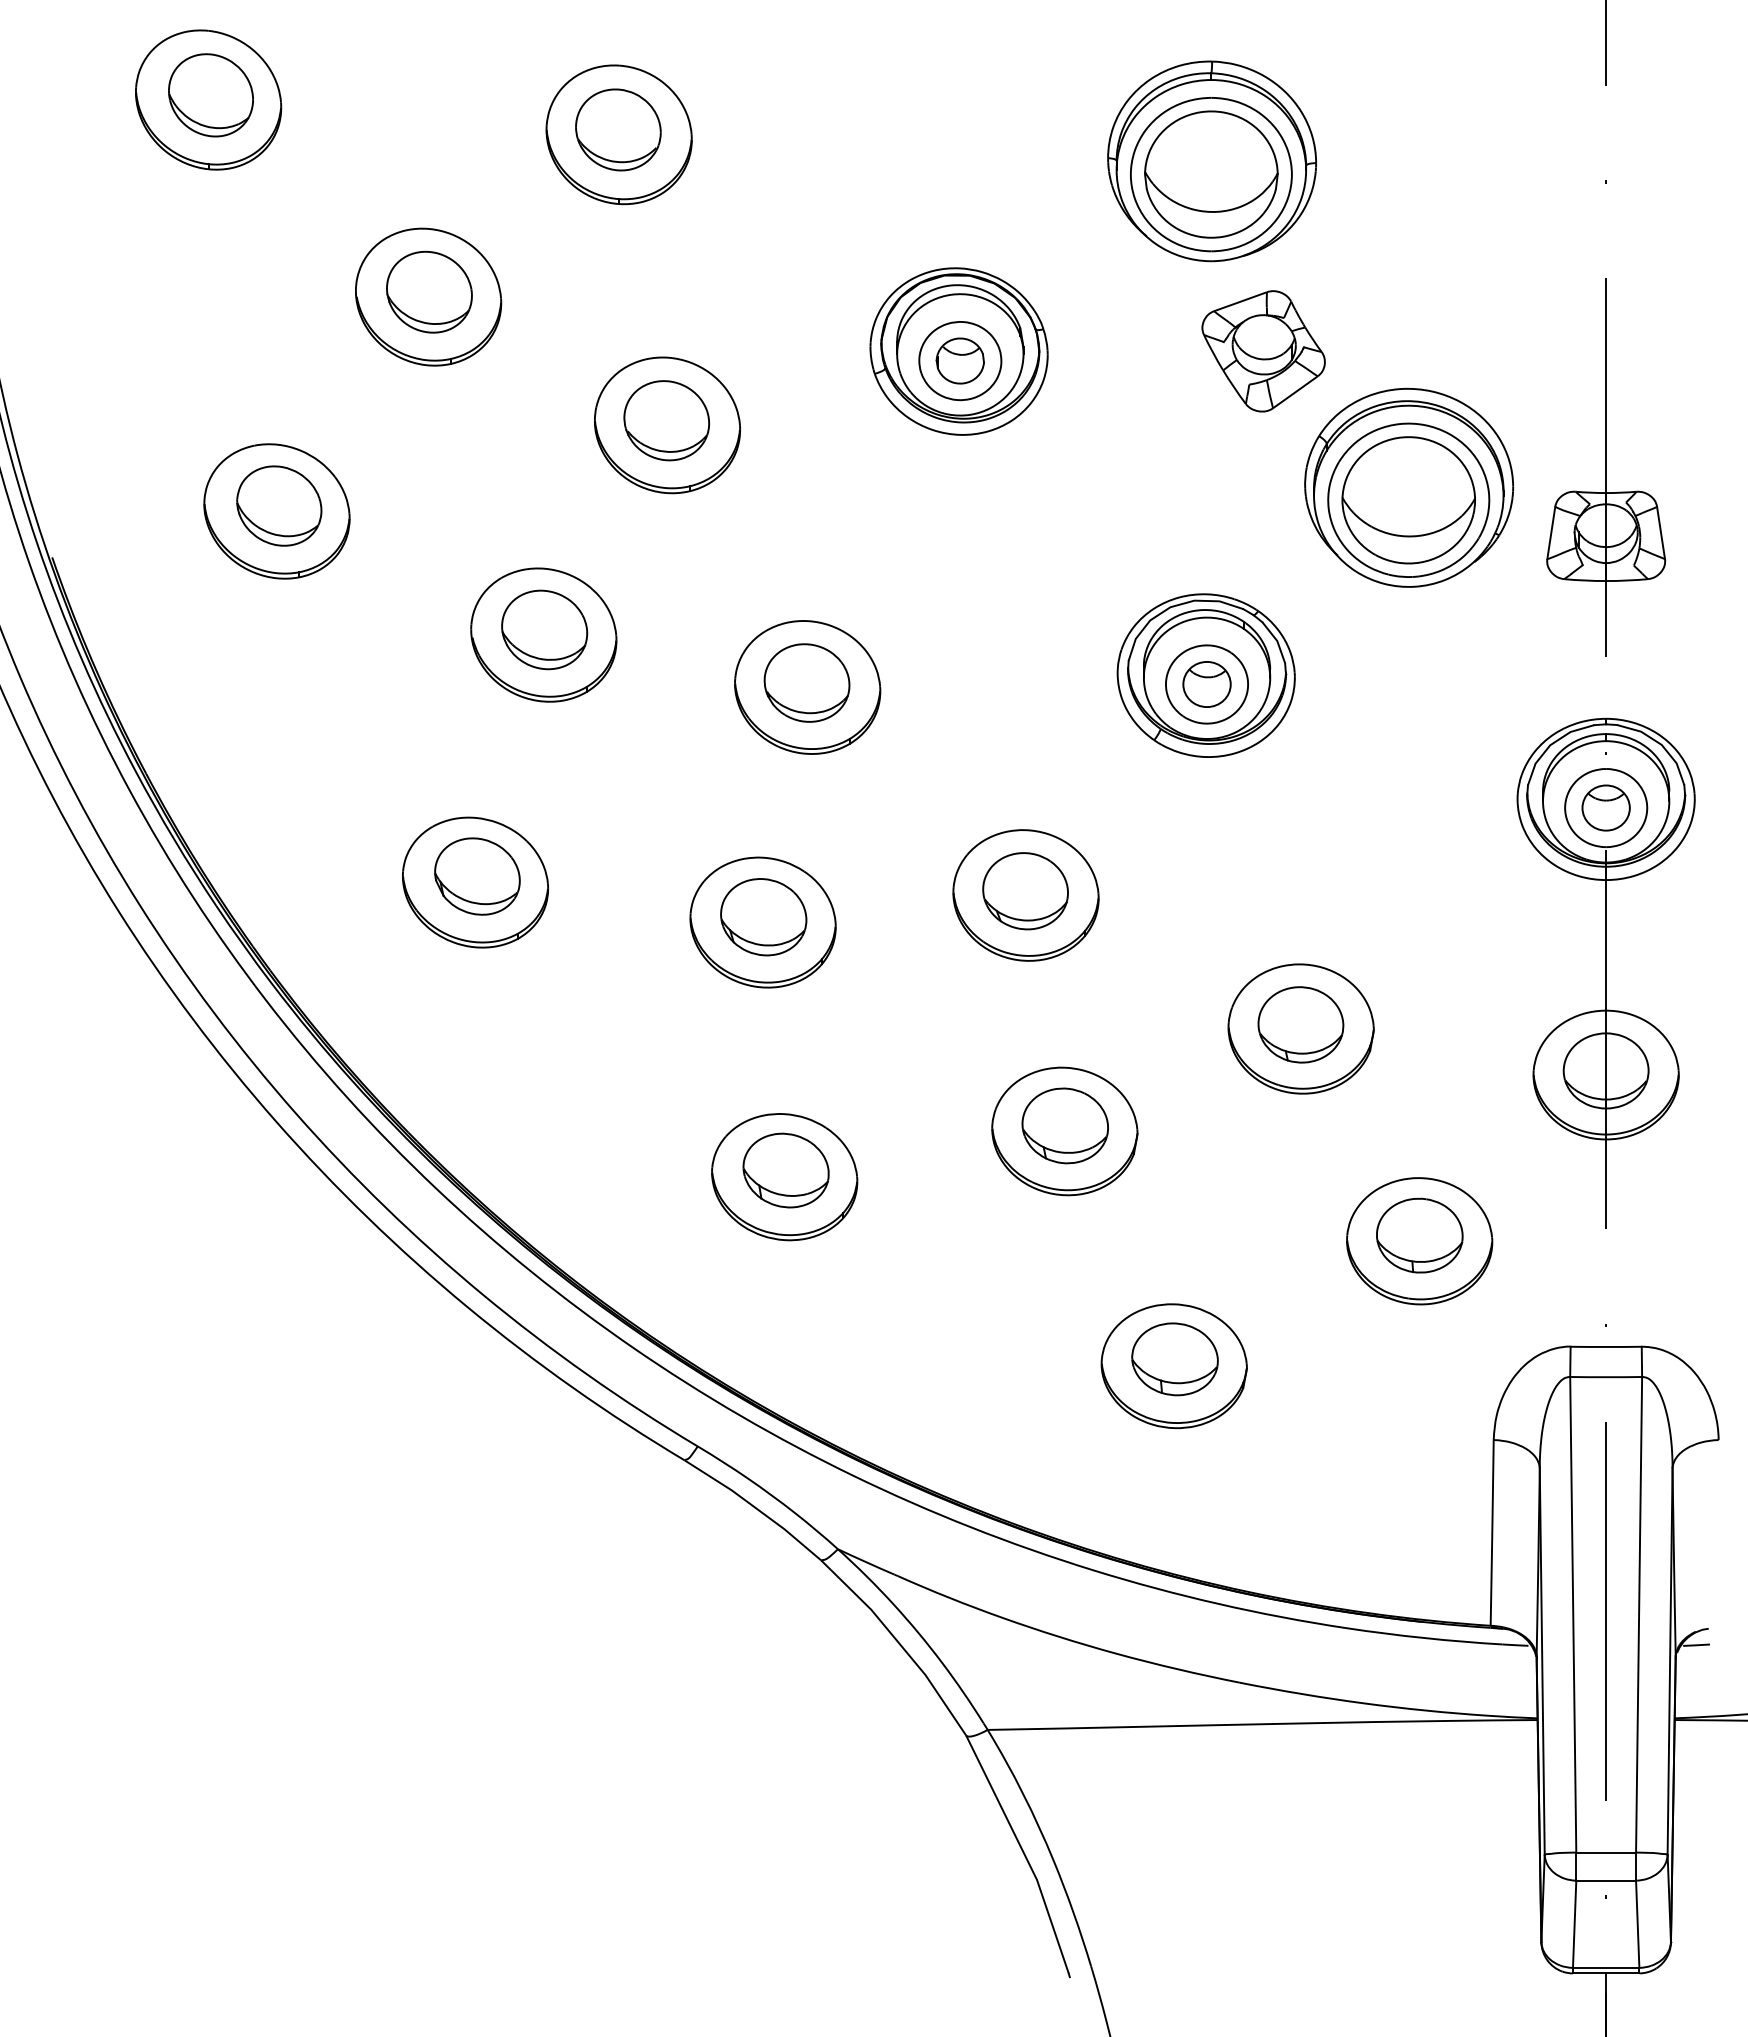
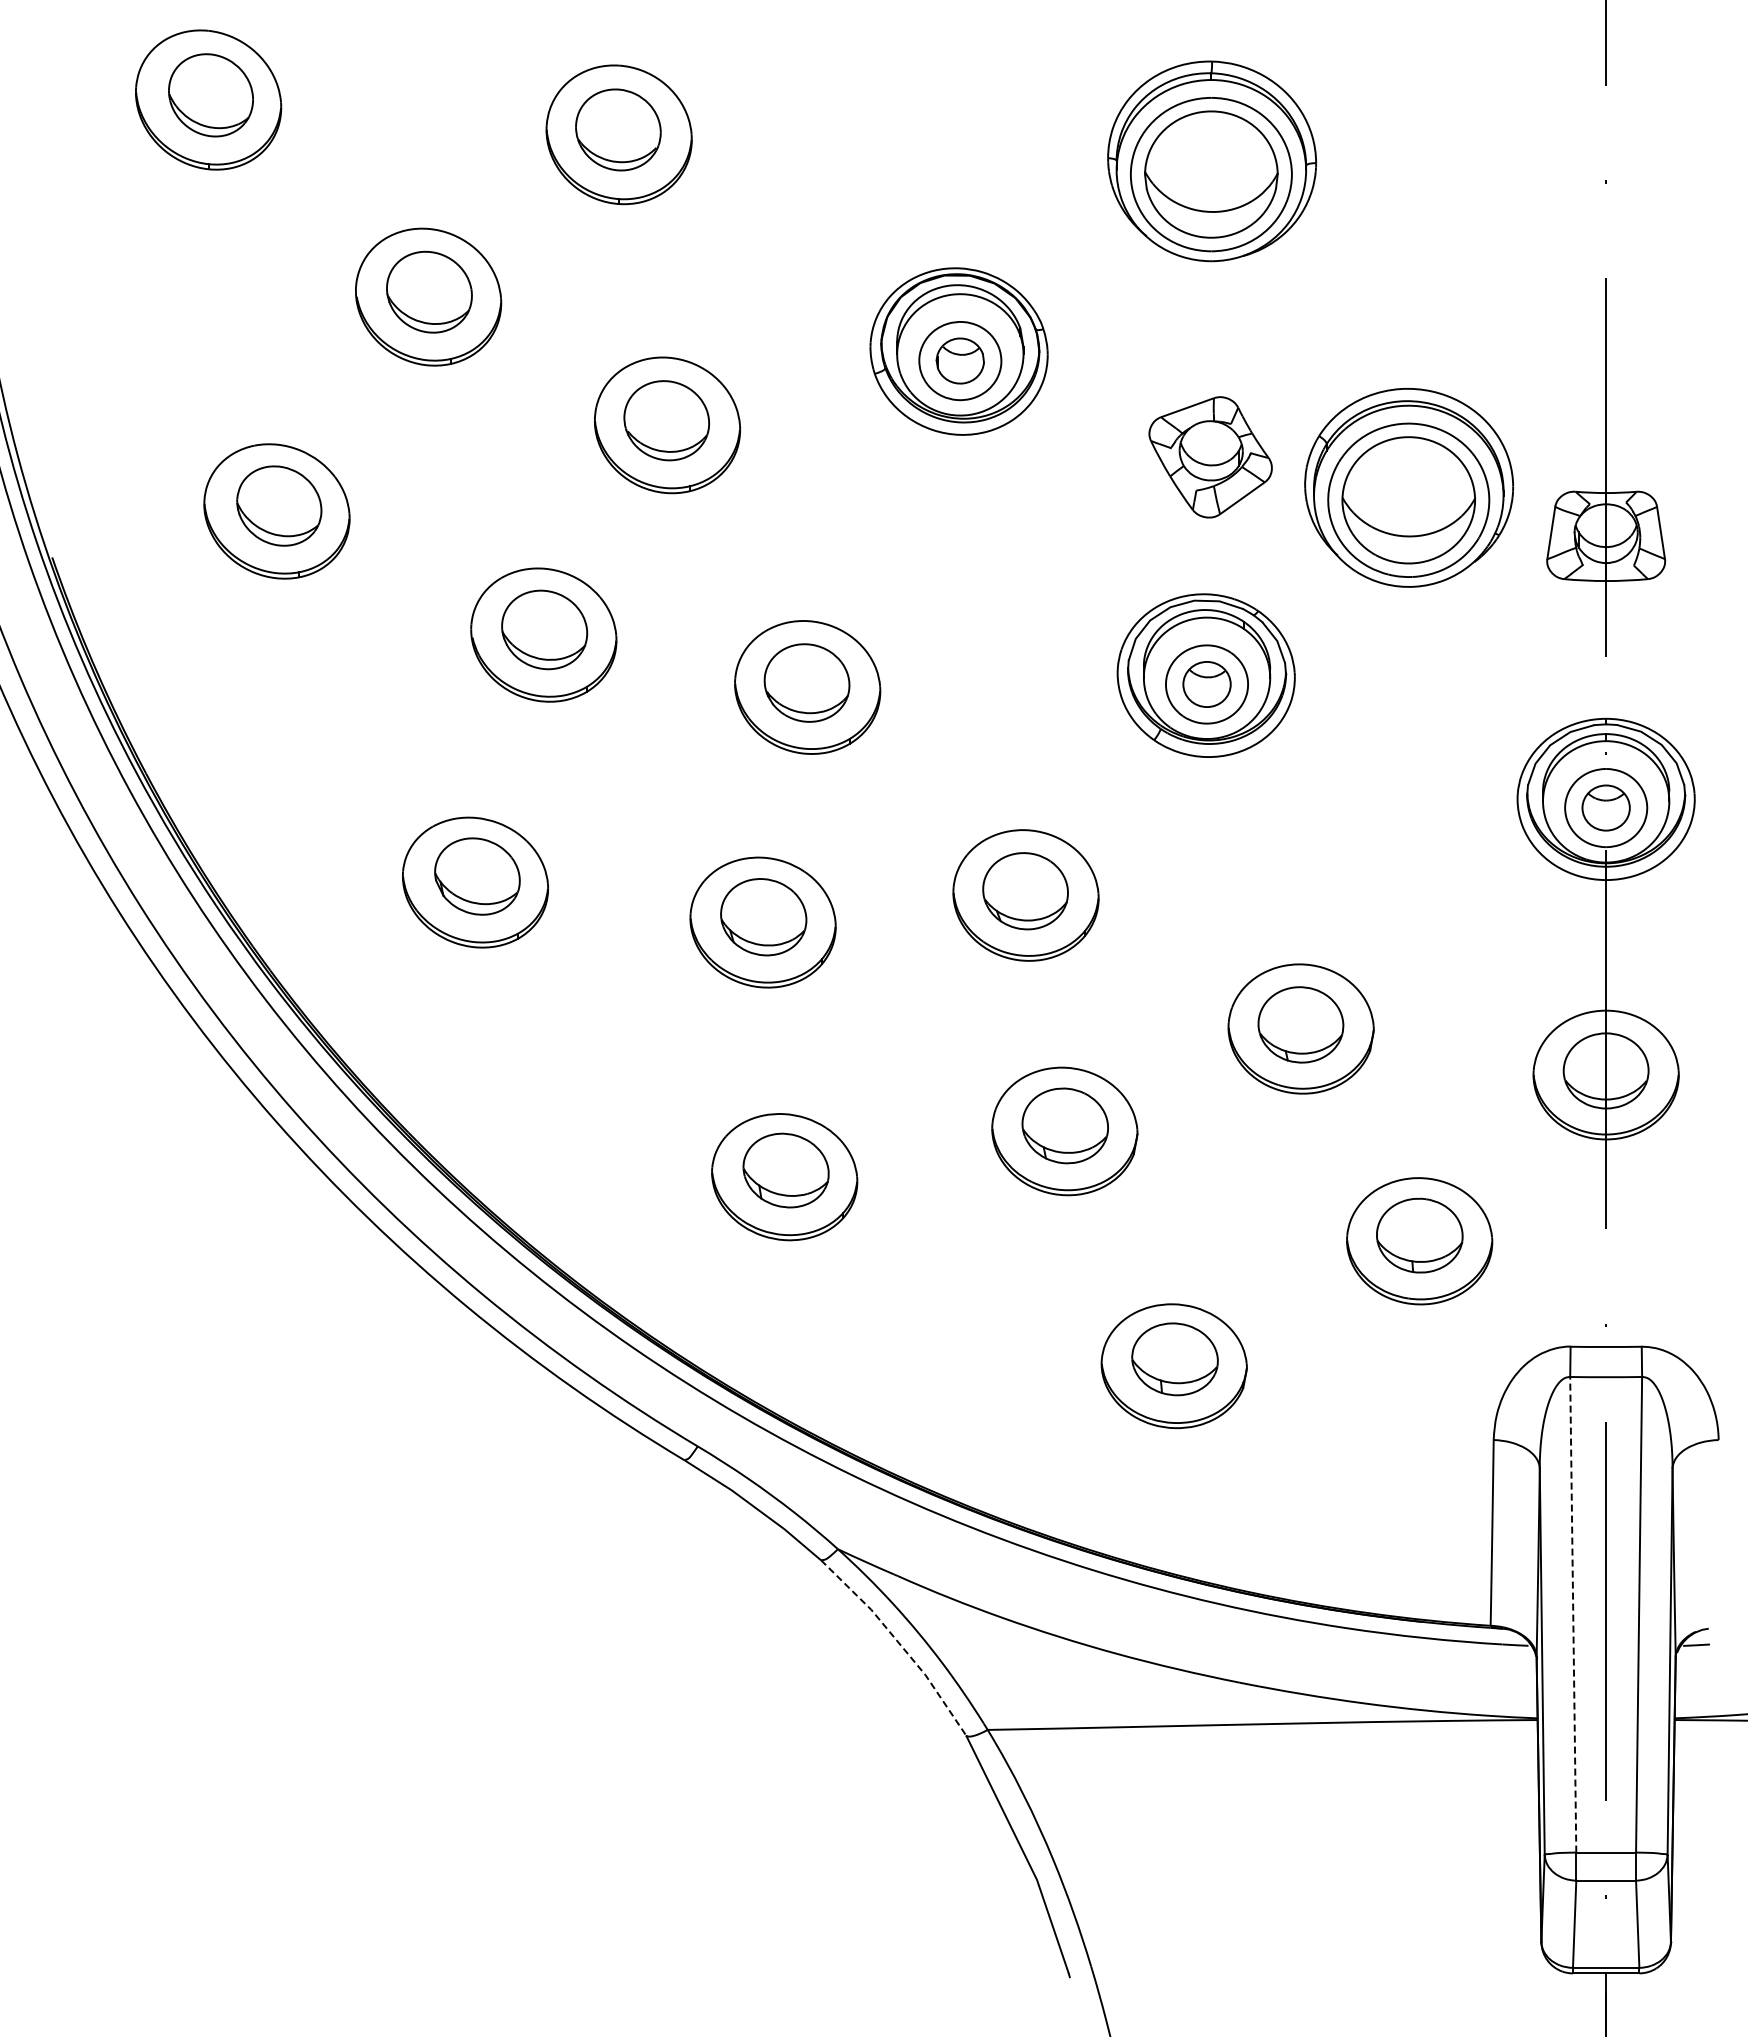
part at (1263, 351) position: (1263, 351) -> (1210, 457)
line at (1573, 1614): solid -> dashed
line at (899, 1643): solid -> dashed
